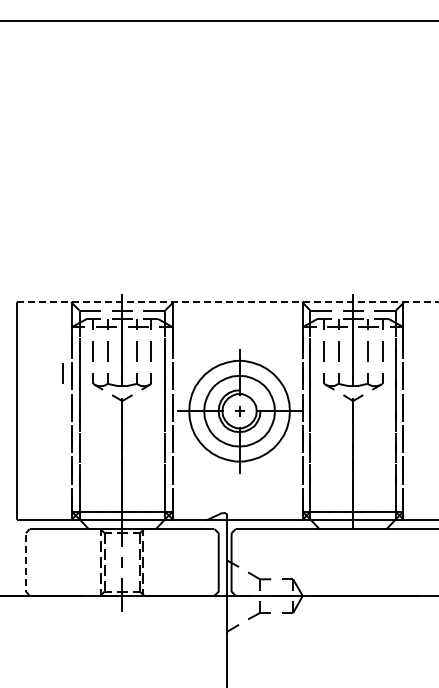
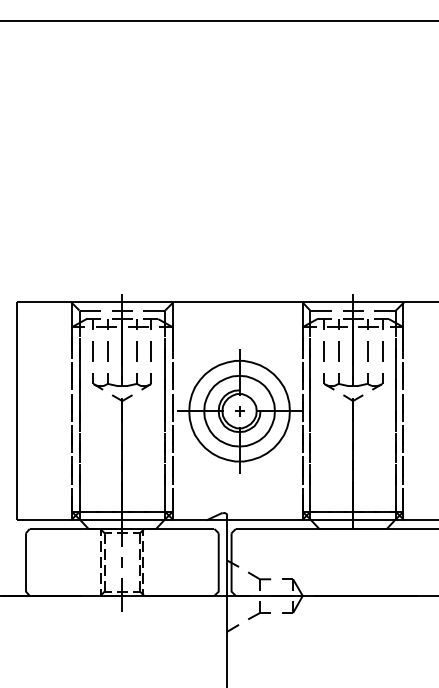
line at (228, 302): dashed -> solid
line at (62, 373): present -> none
line at (26, 565): dashed -> solid
